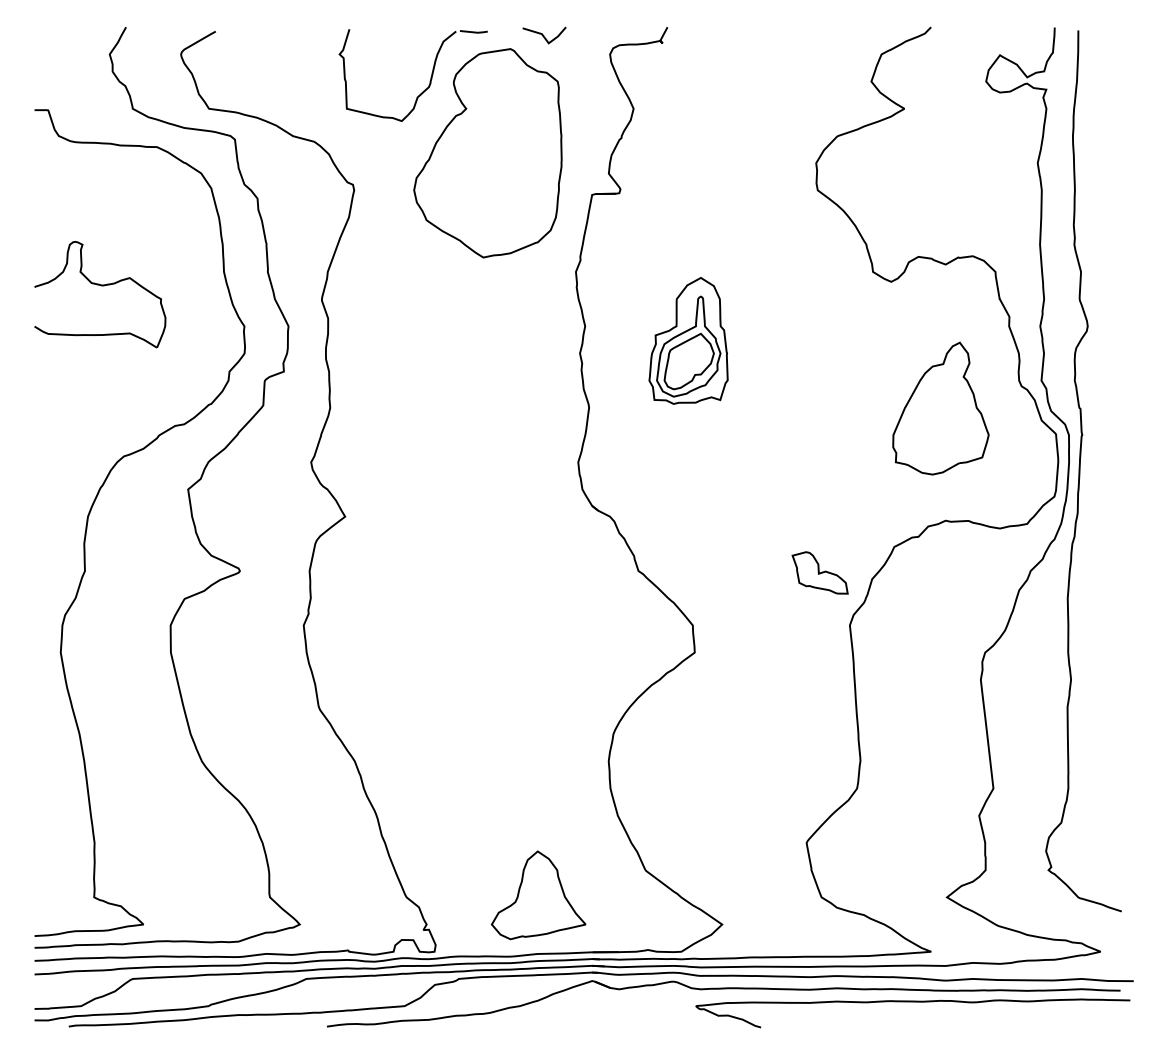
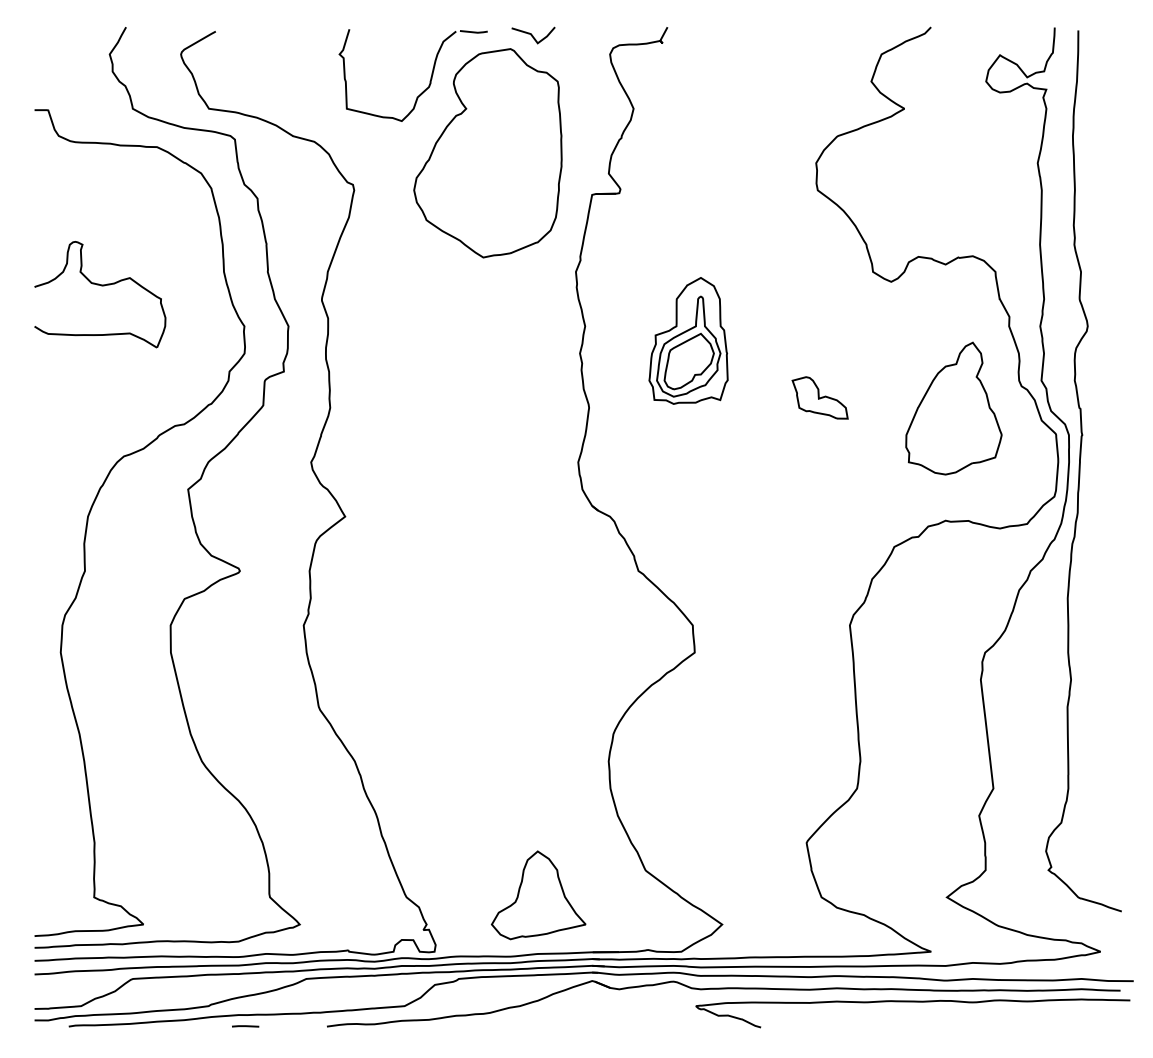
line at (544, 35) position: (544, 35) -> (533, 35)
part at (940, 408) position: (940, 408) -> (953, 408)
part at (819, 572) position: (819, 572) -> (819, 397)
line at (245, 1026): none -> present
